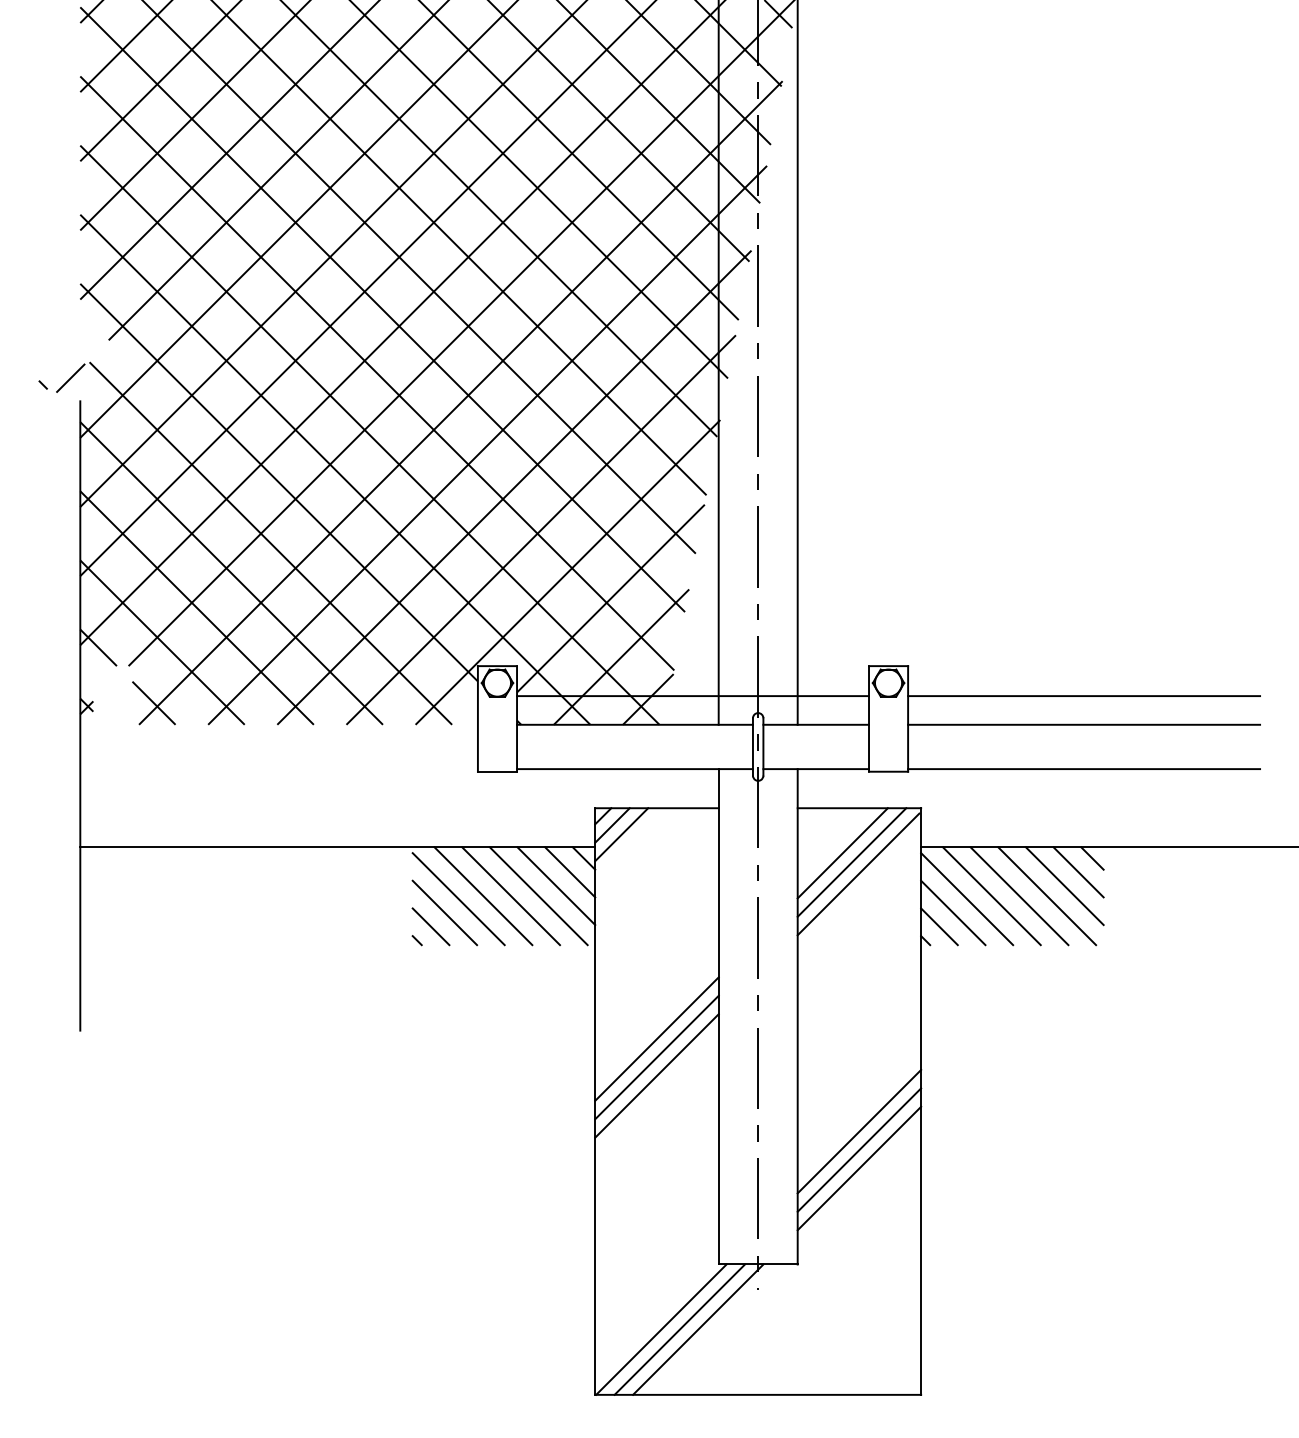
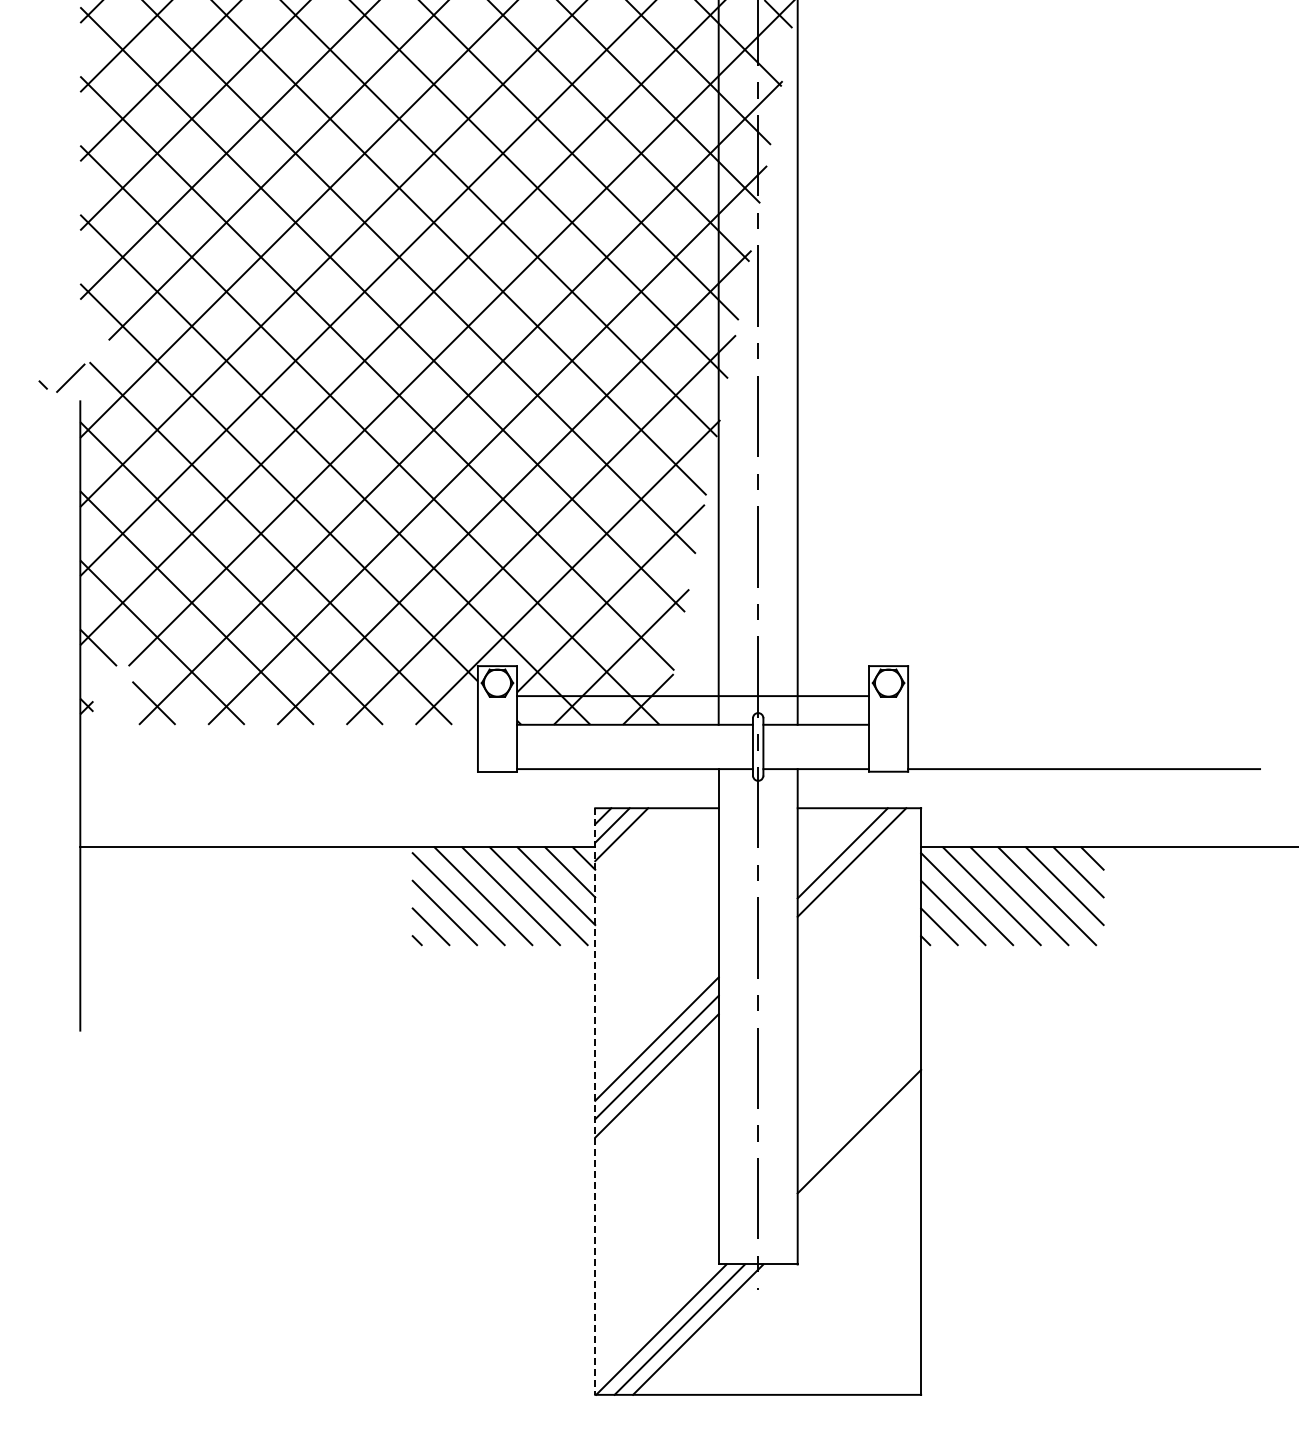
line at (1084, 696): present -> none
line at (1084, 724): present -> none
line at (858, 874): present -> none
line at (595, 1102): solid -> dashed
line at (859, 1149): present -> none
line at (859, 1168): present -> none
